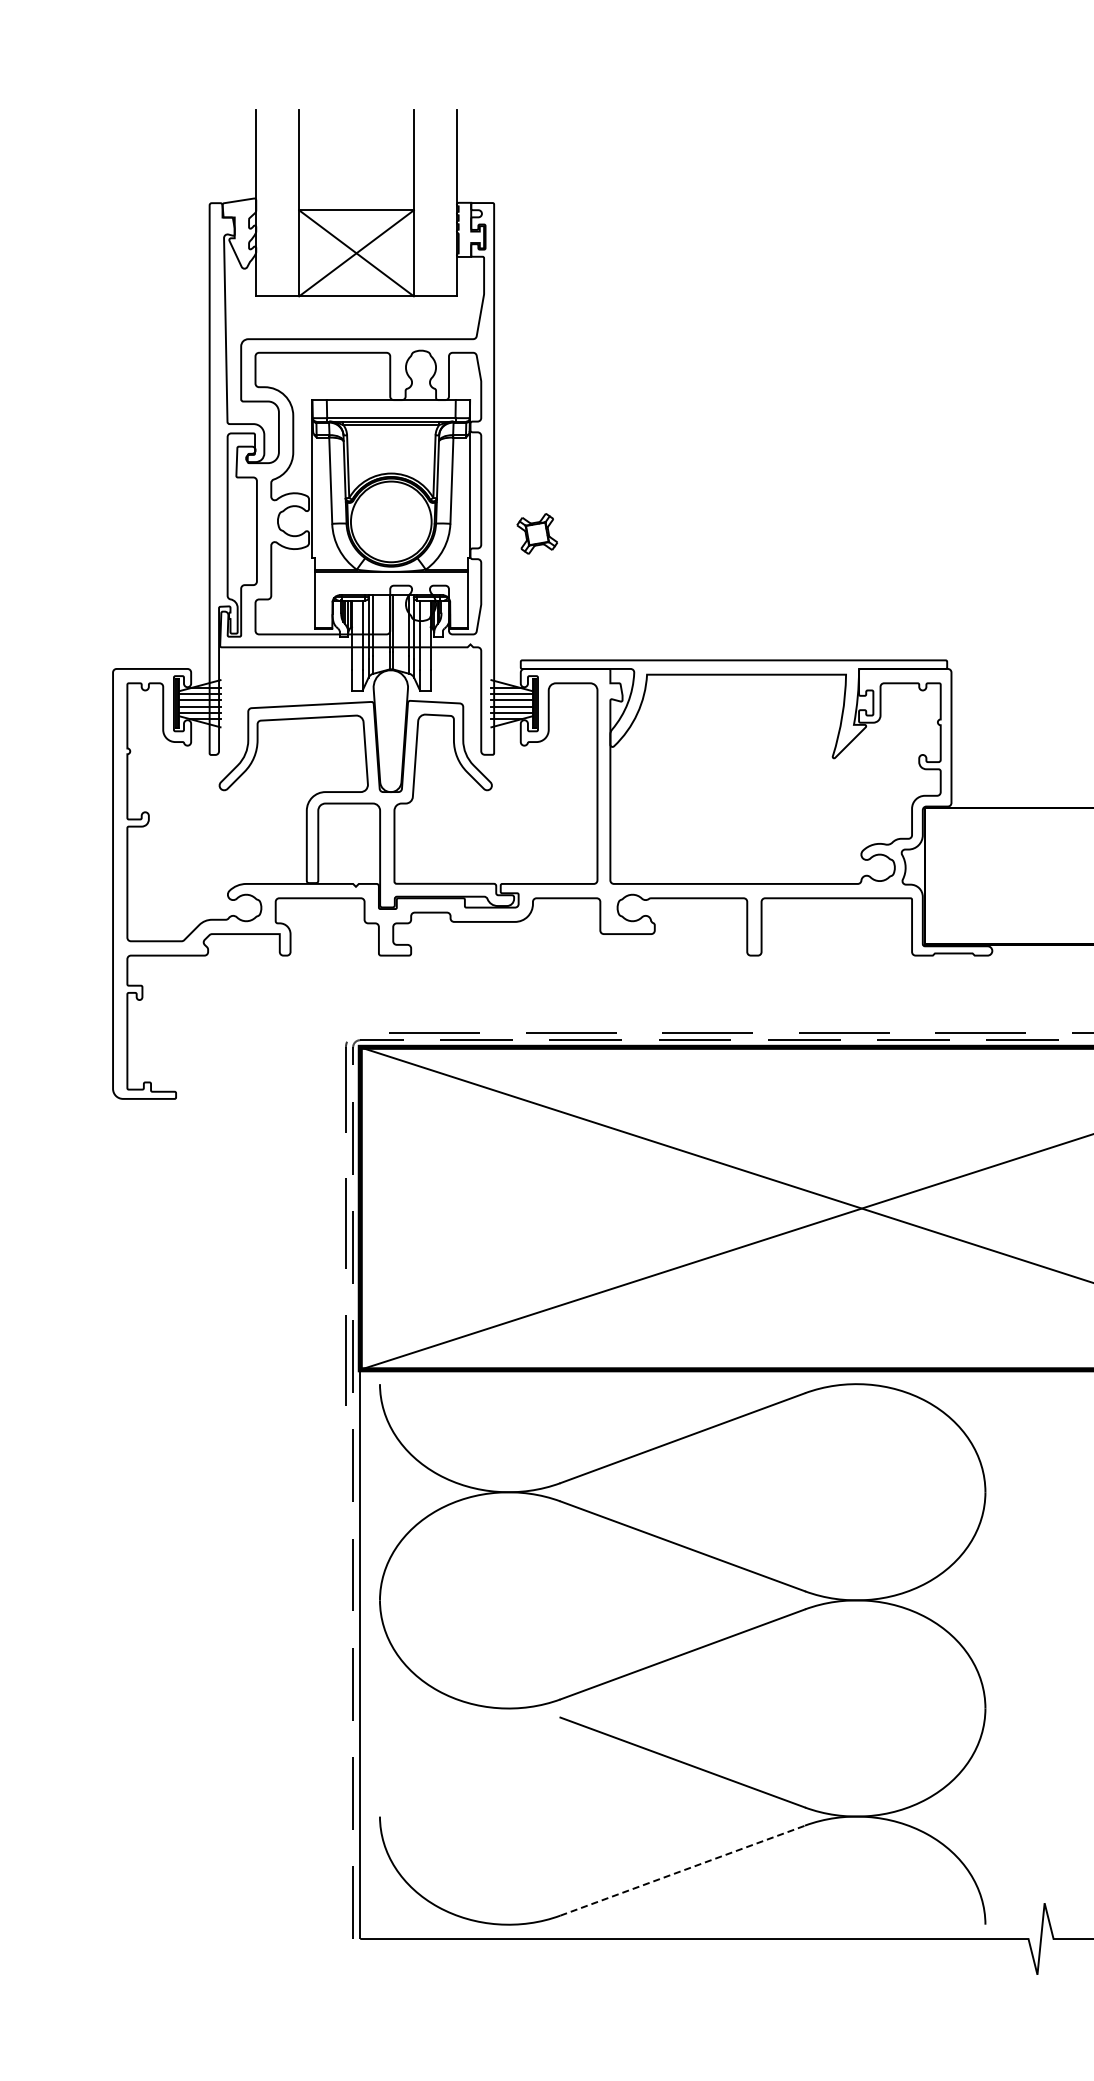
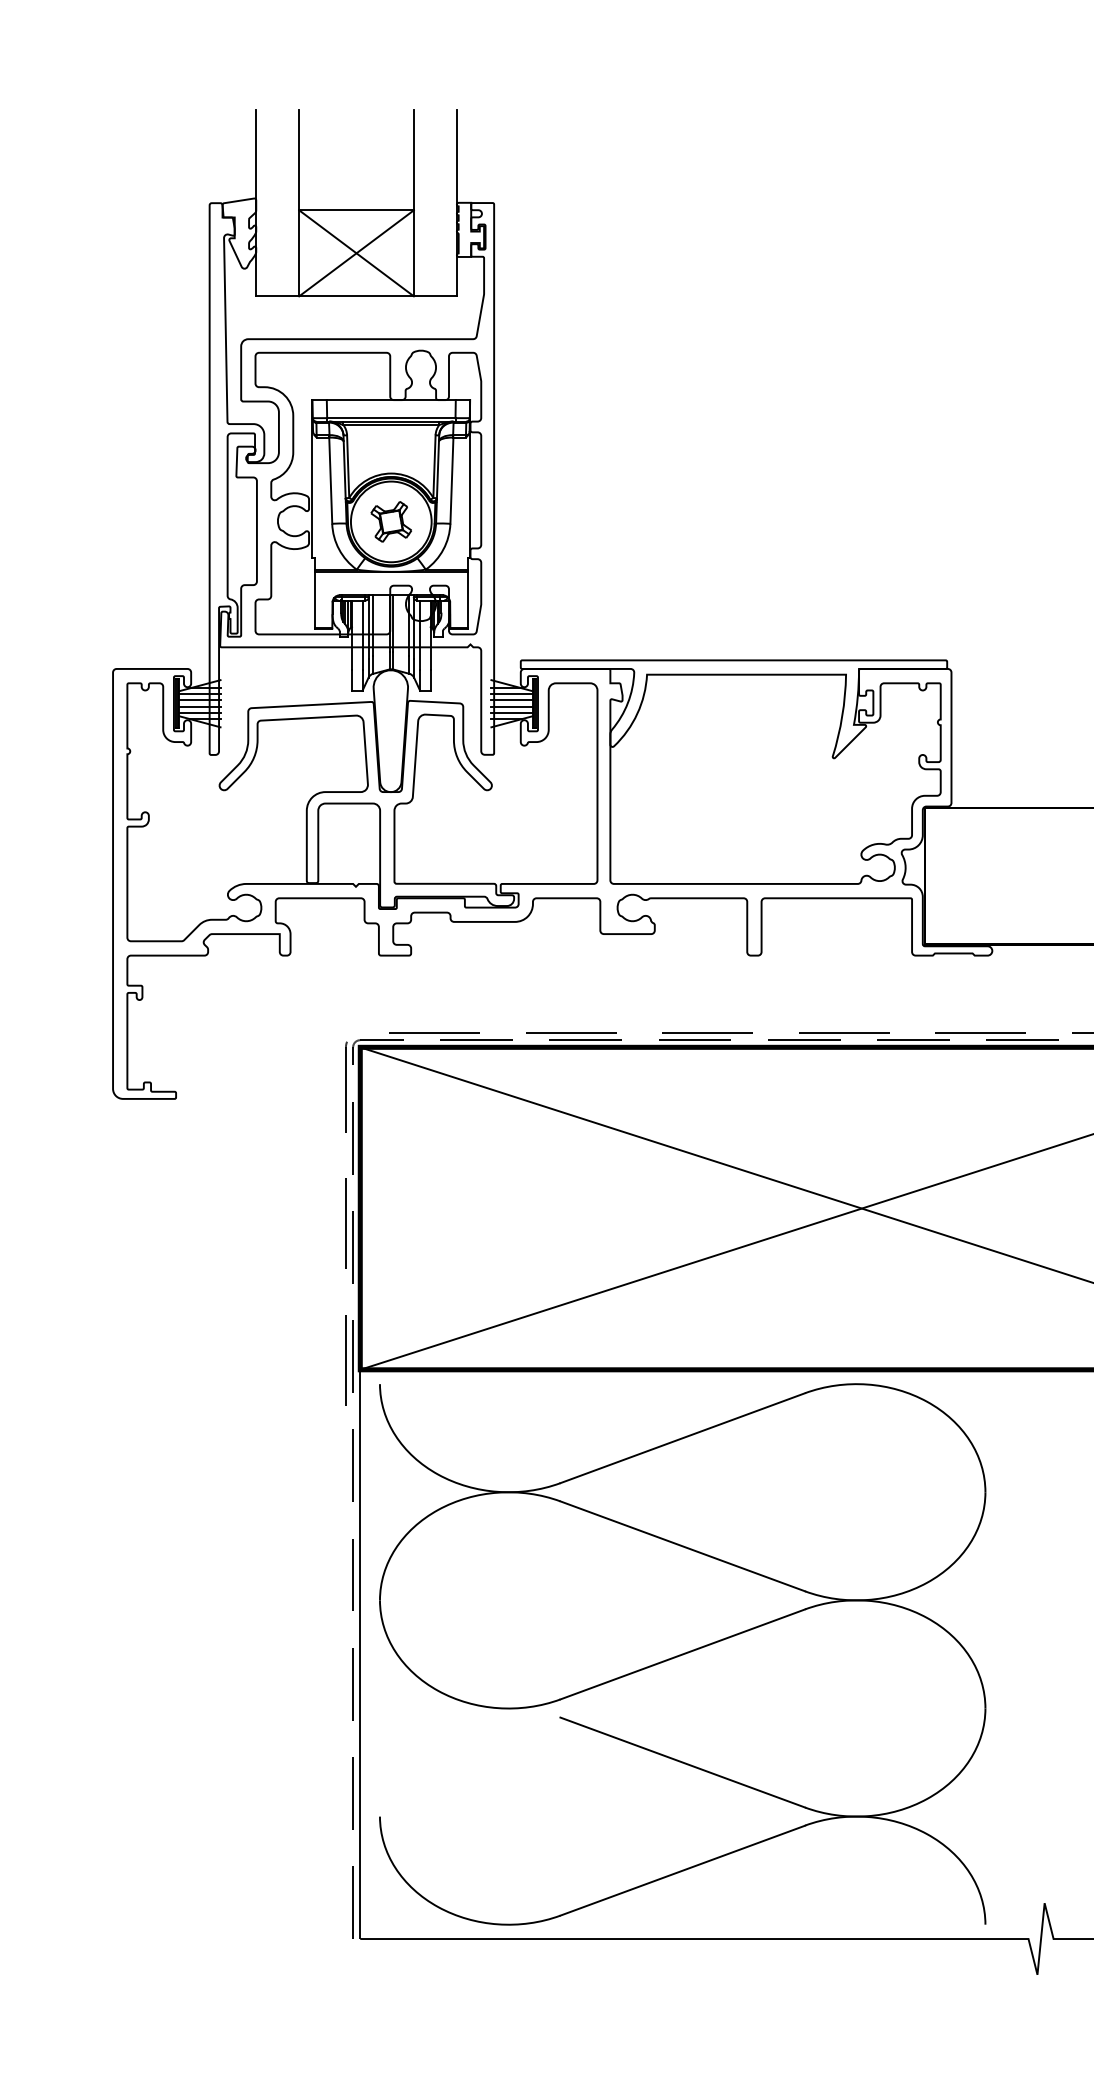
part at (536, 533) position: (536, 533) -> (390, 521)
line at (683, 1870): dashed -> solid
